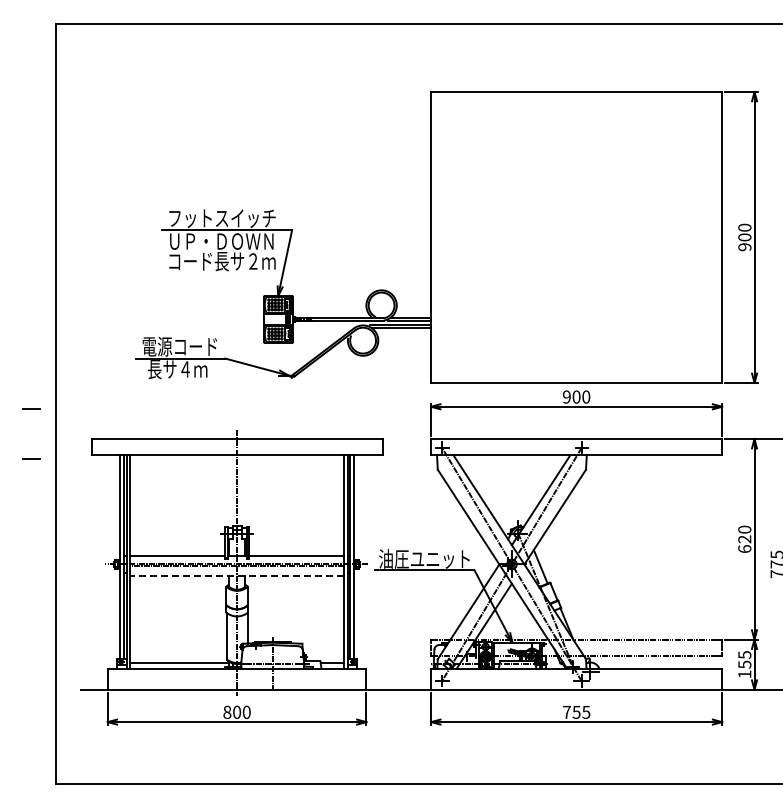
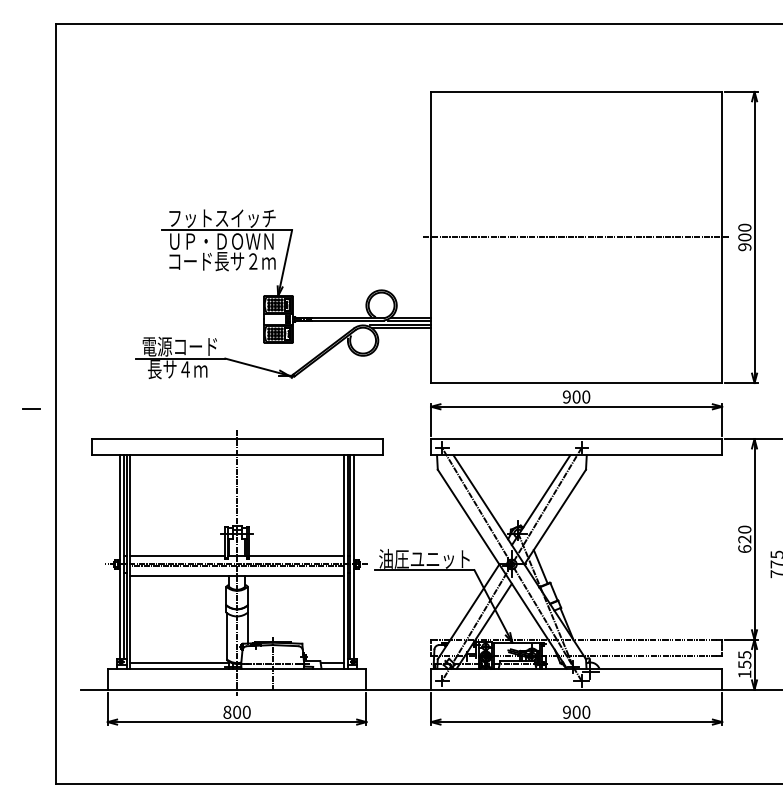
line at (575, 237): none -> present
line at (31, 458): present -> none
line at (237, 575): dashed -> solid
text at (576, 711): 755 -> 900
